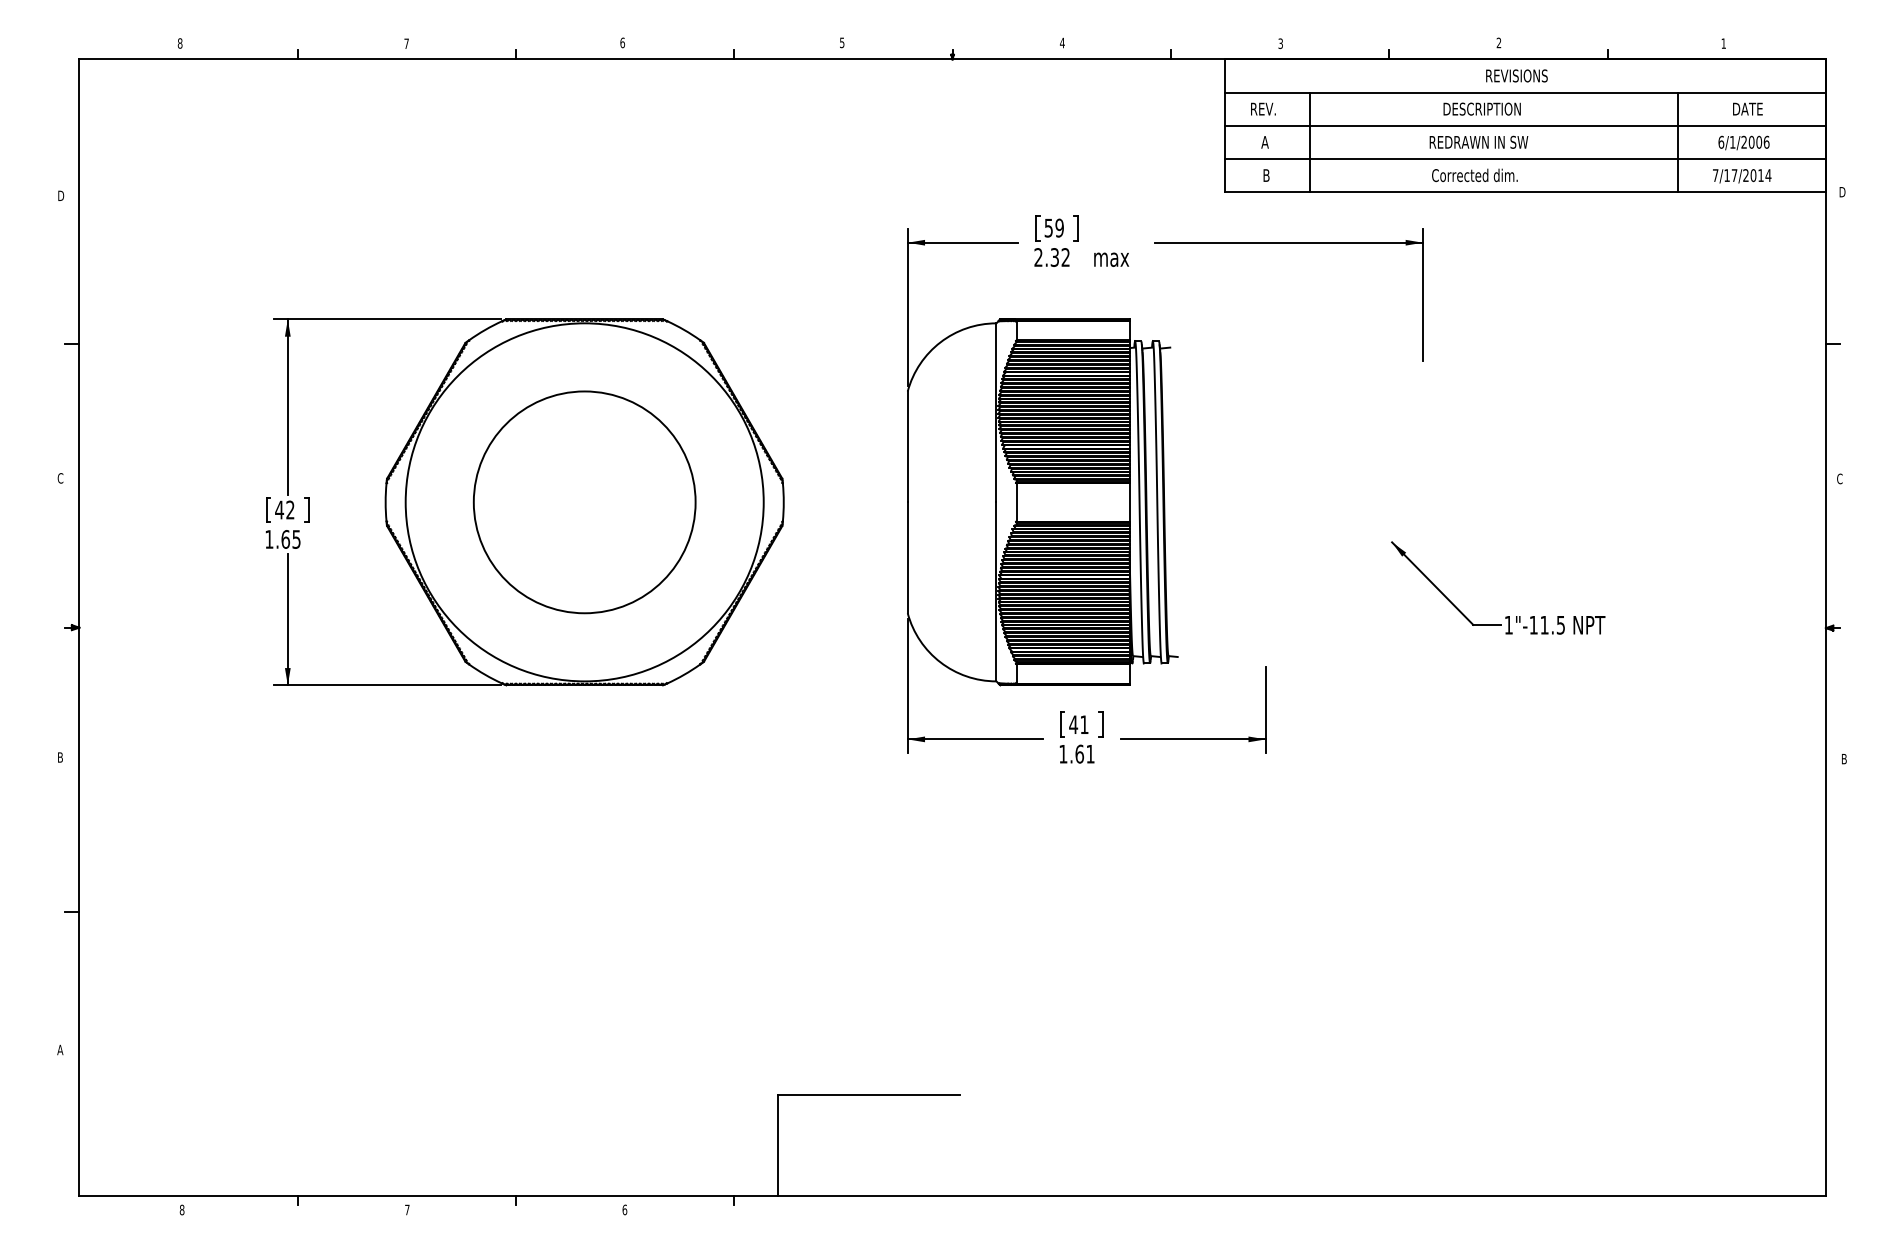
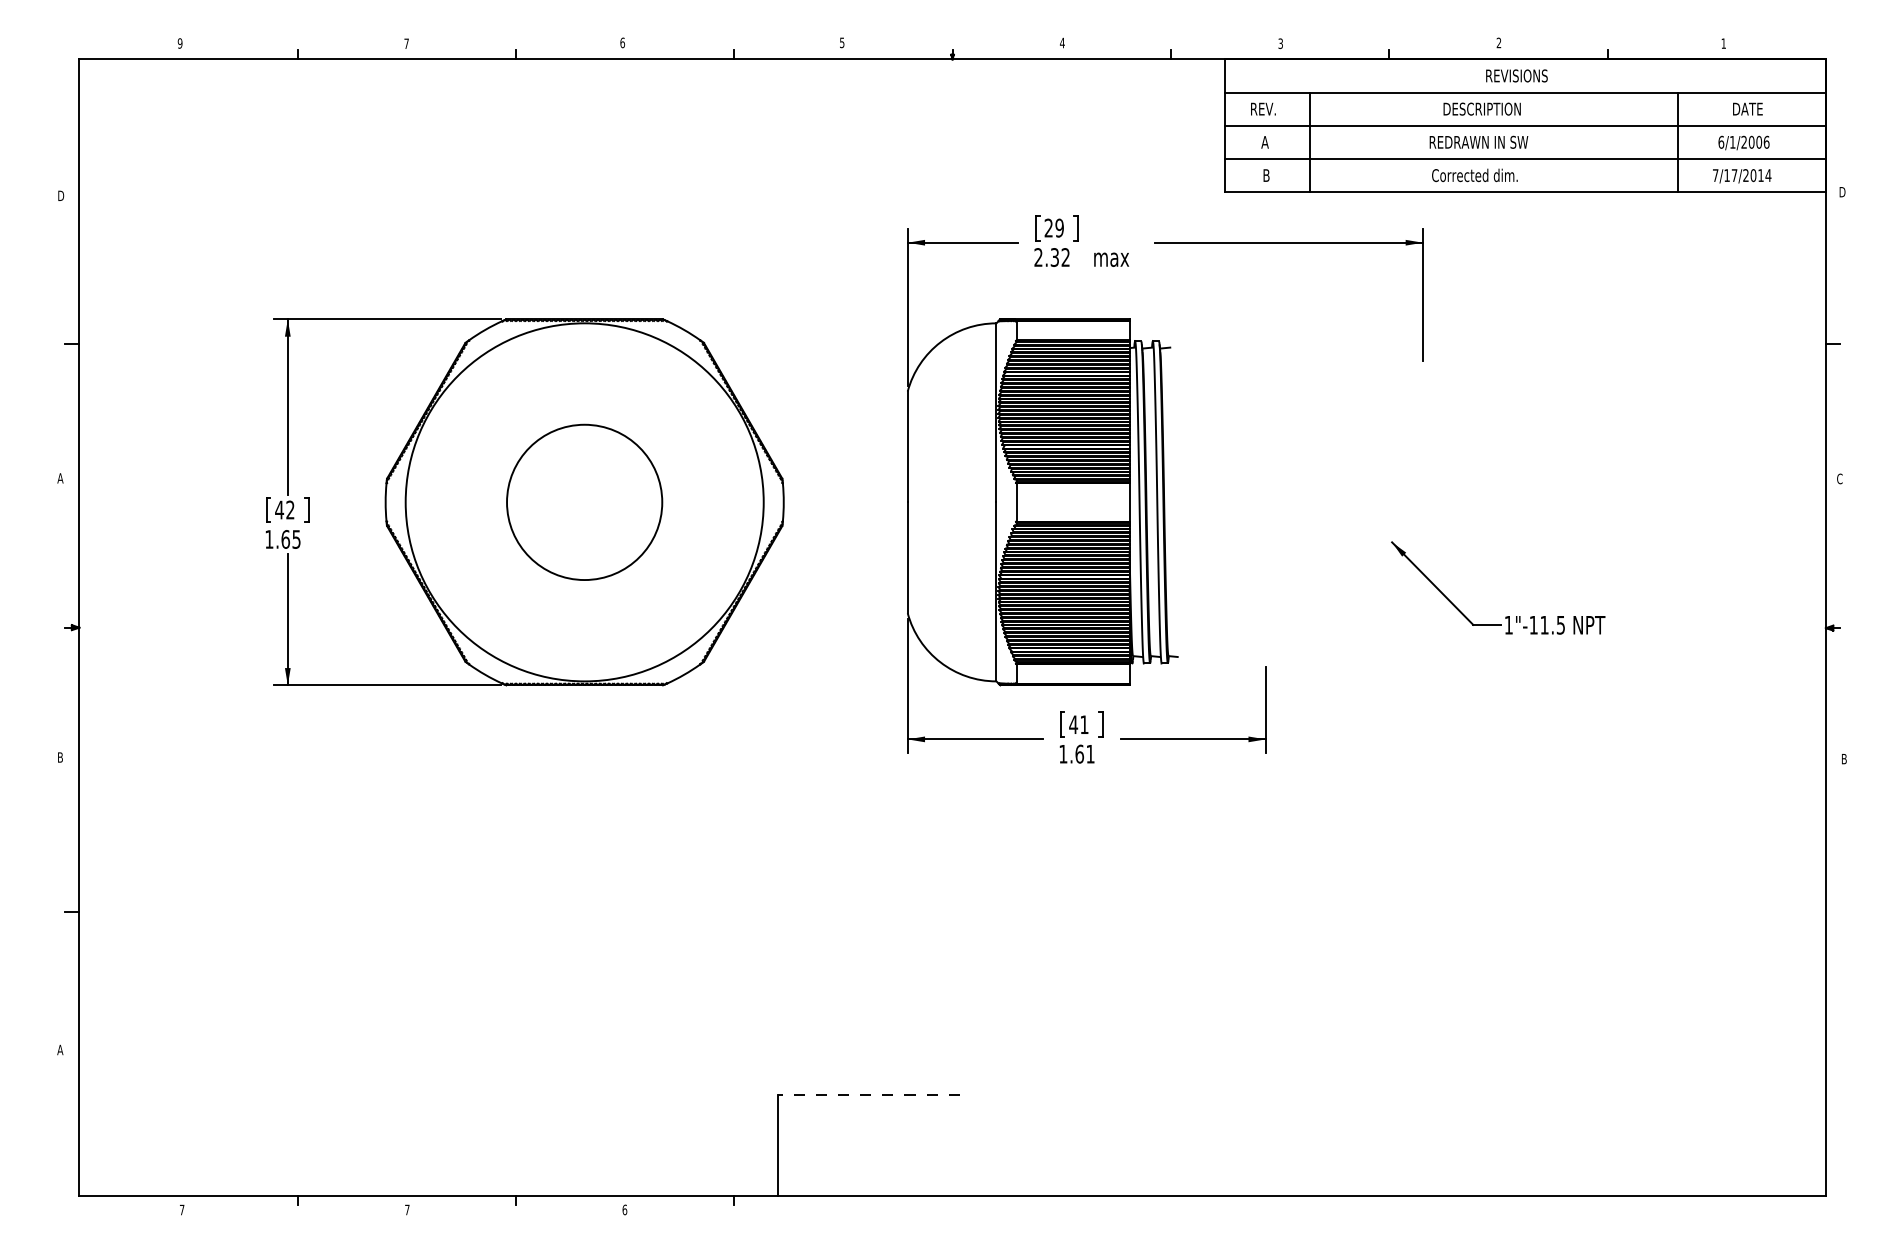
text at (179, 43): 8 -> 9
text at (1048, 227): 59 -> 29
text at (60, 478): C -> A
circle at (584, 502) size: 225x225 px -> 158x158 px
line at (869, 1094): solid -> dashed
text at (181, 1209): 8 -> 7
